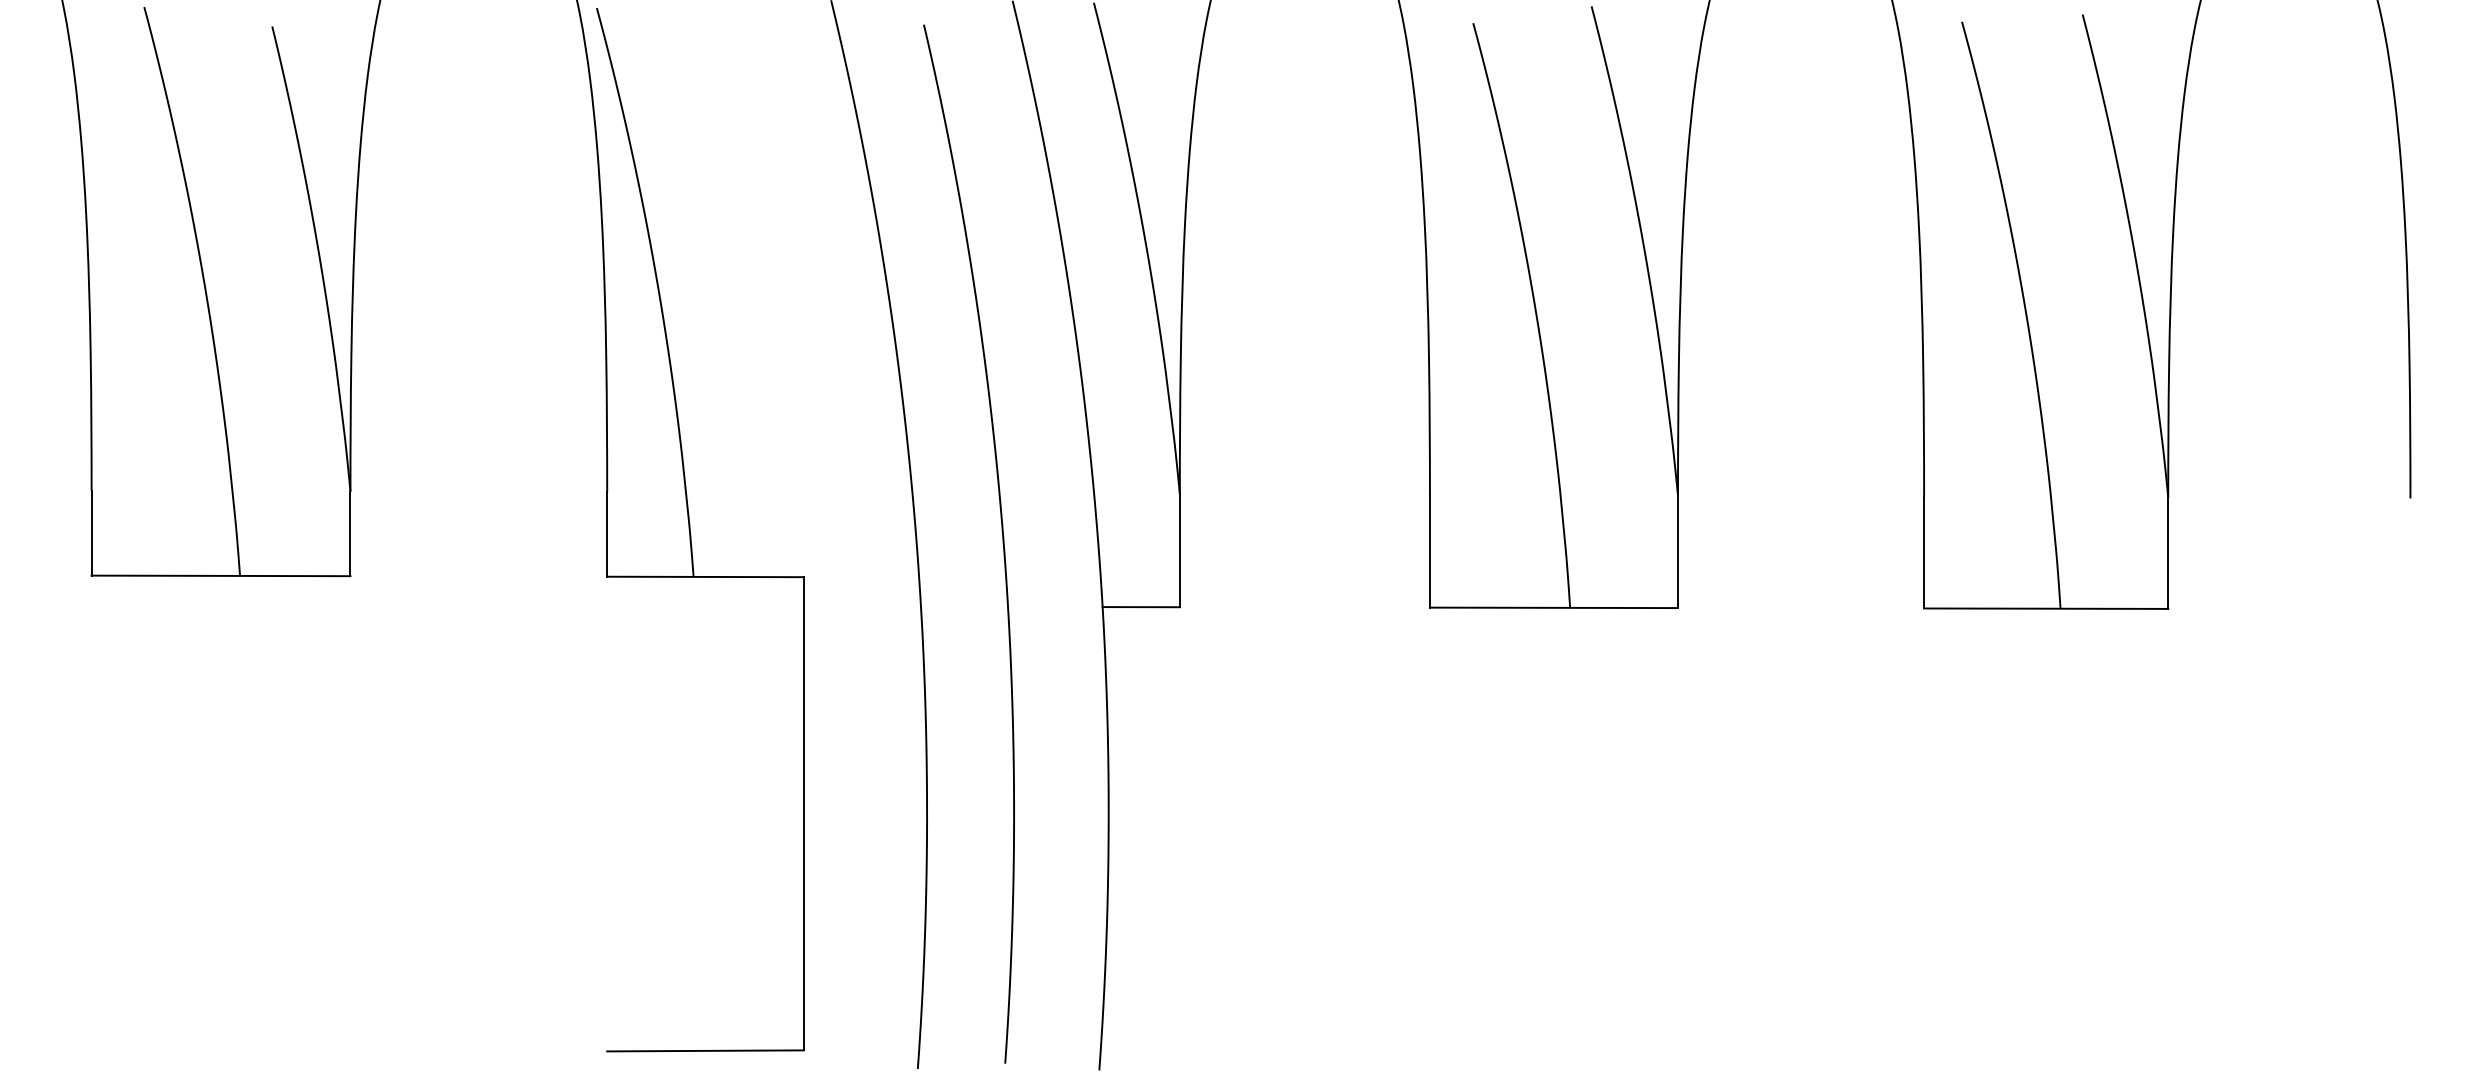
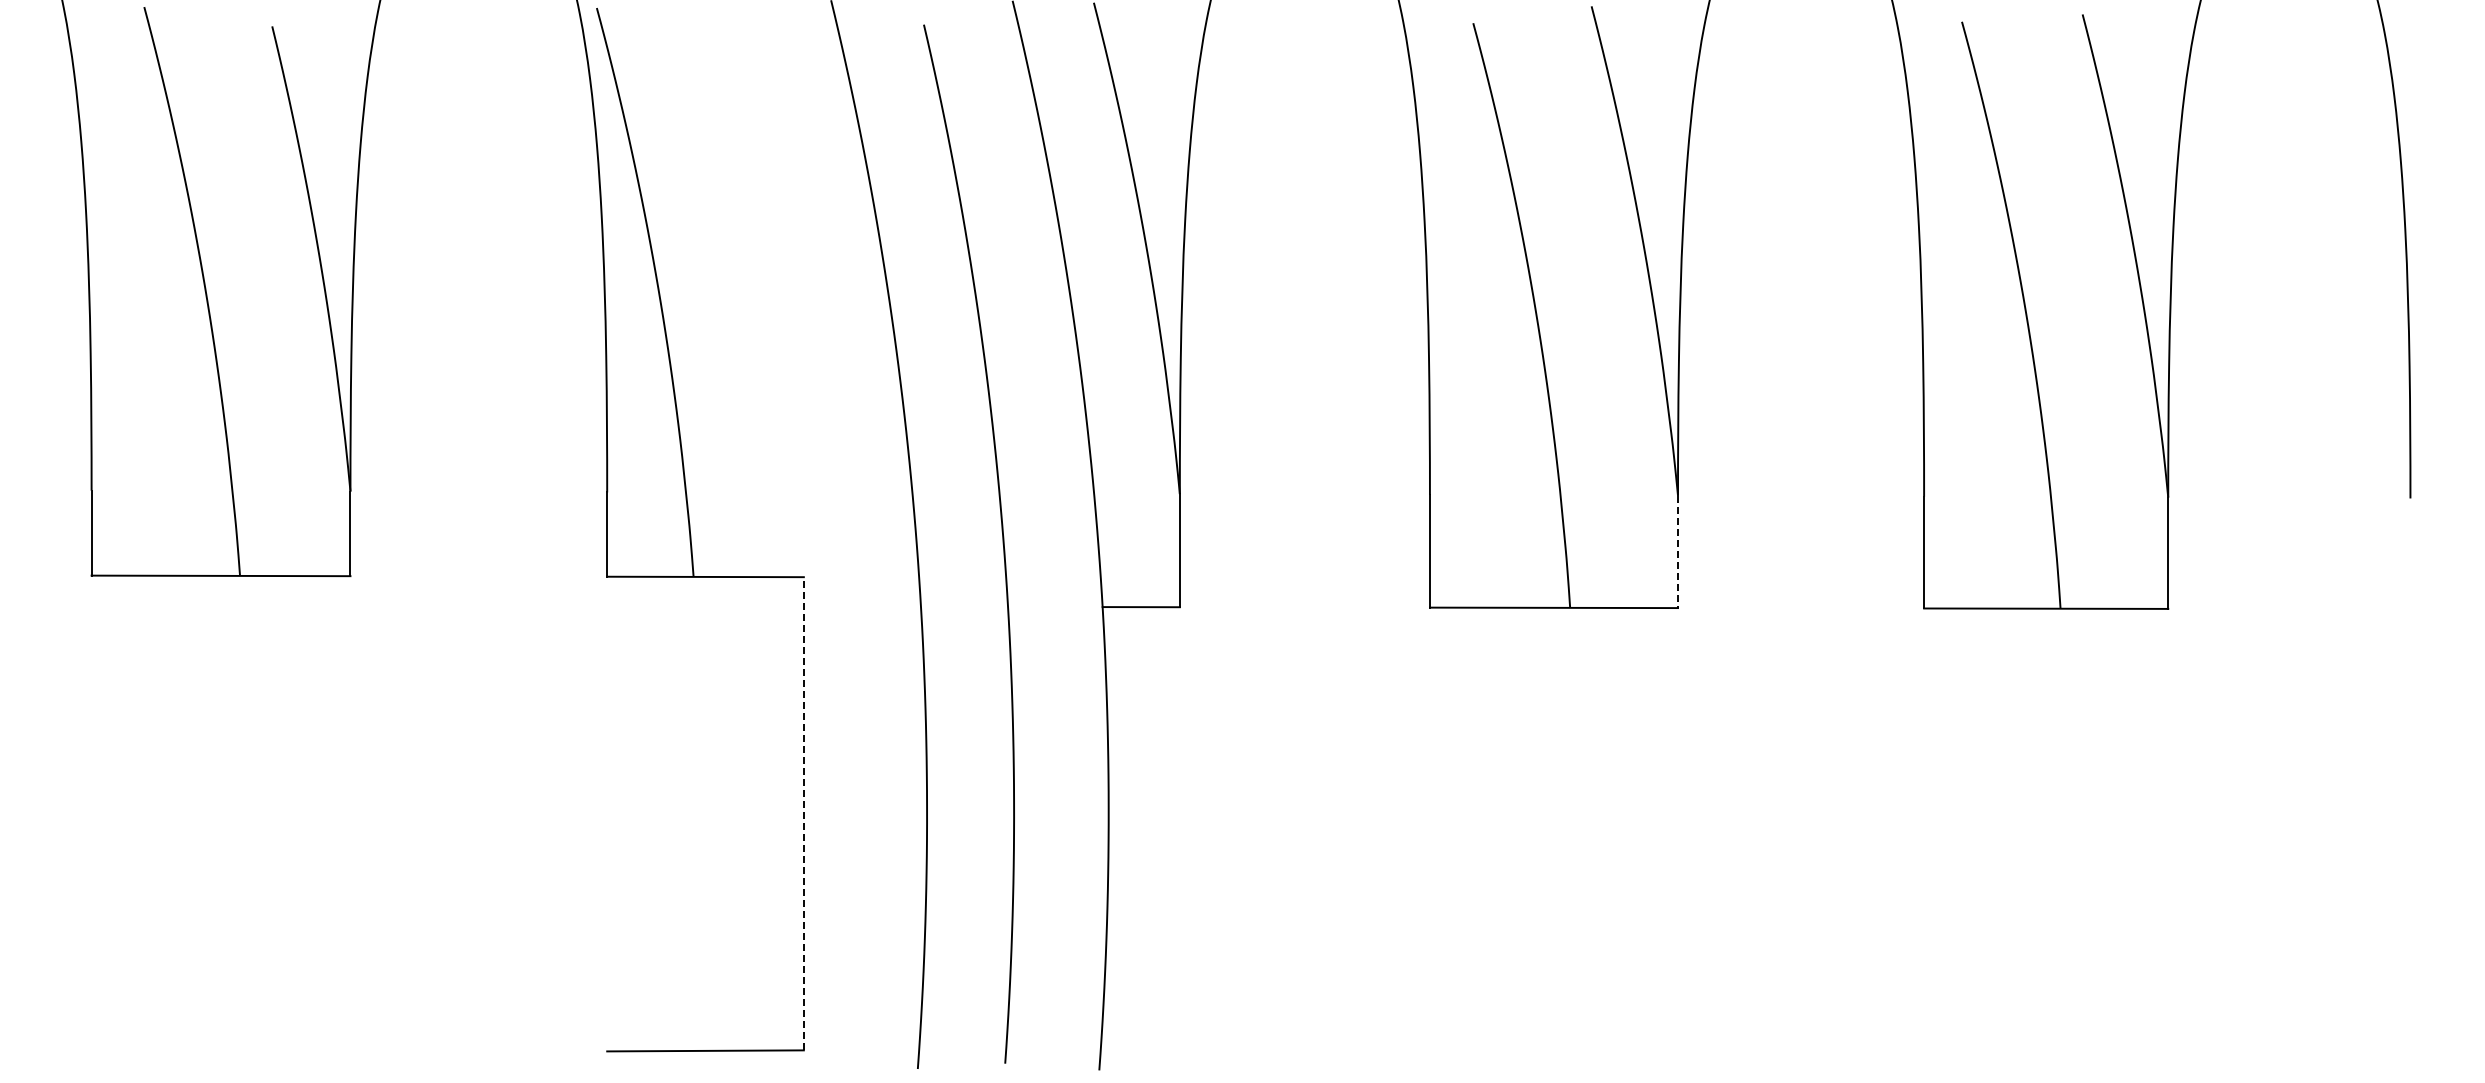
line at (1678, 552): solid -> dashed
line at (803, 813): solid -> dashed
